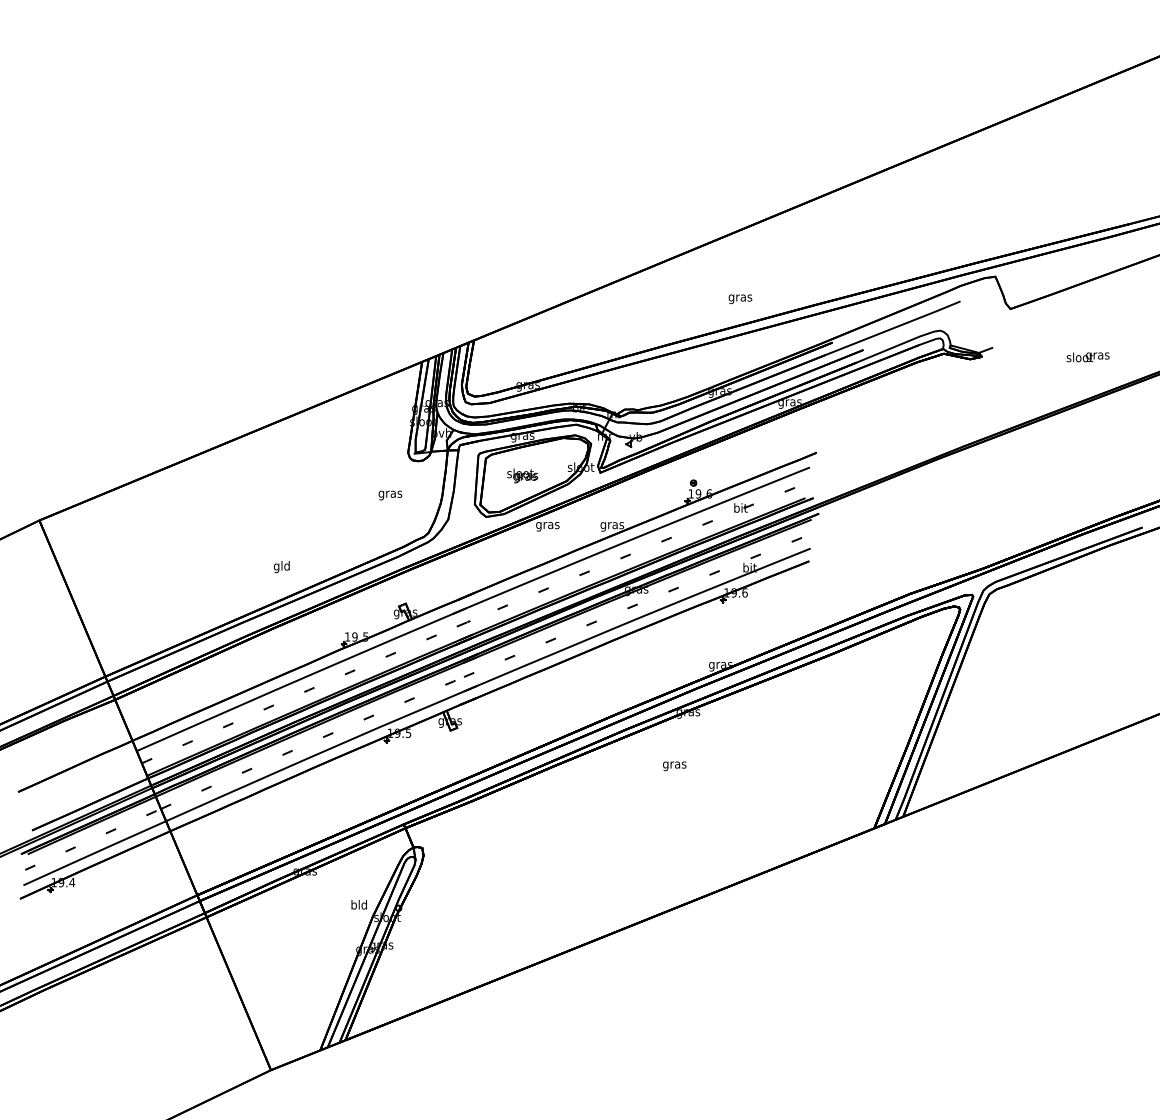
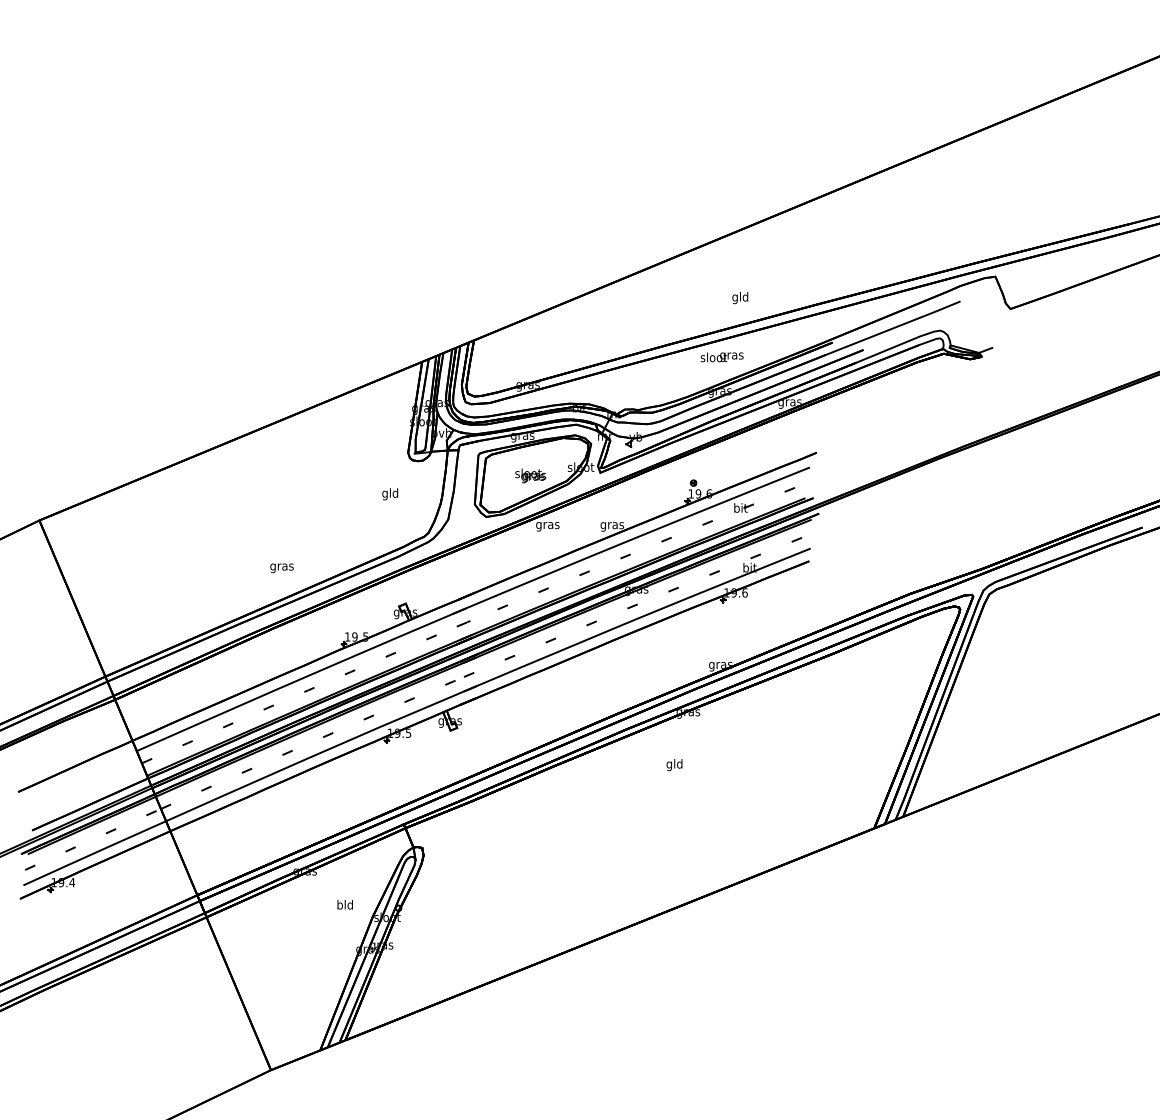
text at (740, 298): gras -> gld
text at (1087, 357) position: (1087, 357) -> (721, 357)
text at (522, 475) position: (522, 475) -> (530, 475)
text at (390, 494): gras -> gld
text at (281, 567): gld -> gras
text at (674, 765): gras -> gld
text at (358, 904) position: (358, 904) -> (344, 904)
